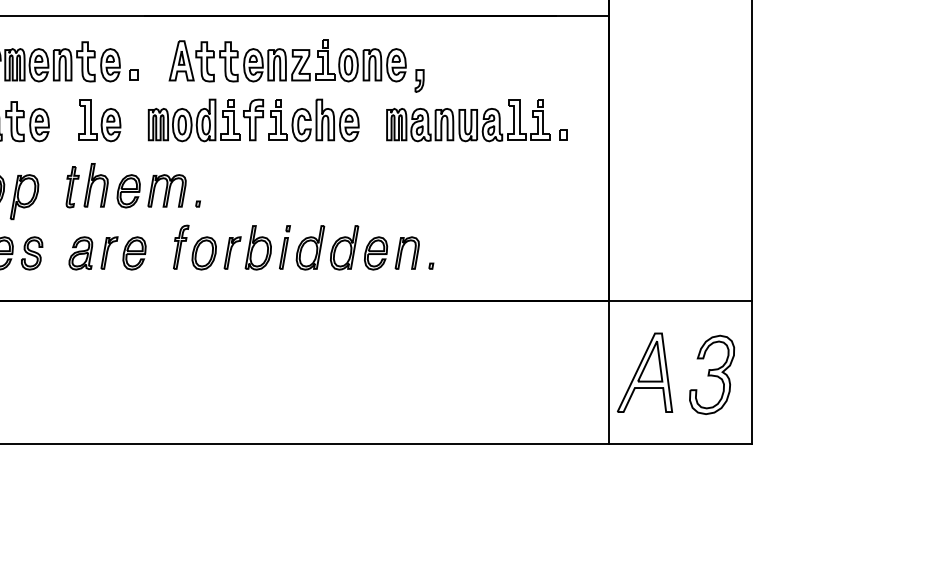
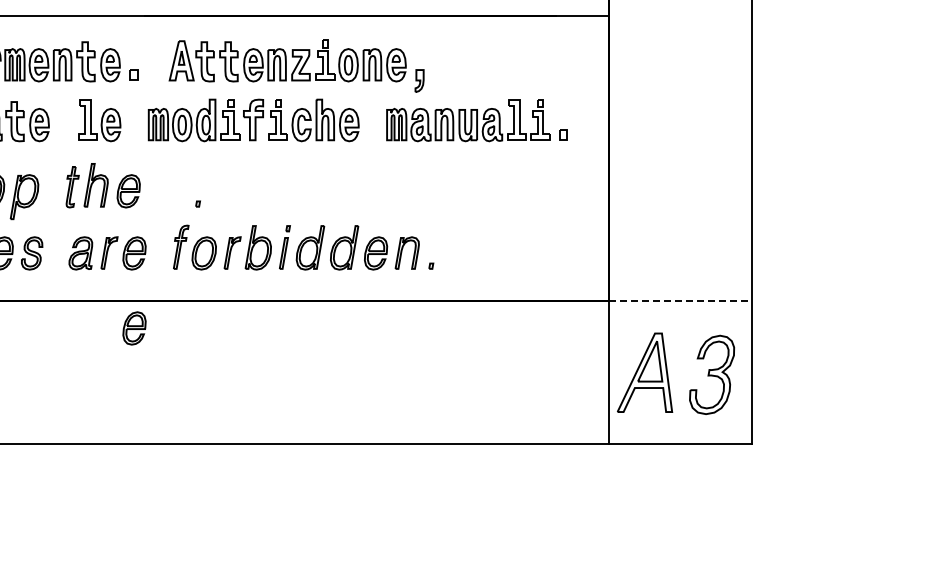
part at (166, 190): present -> none
line at (681, 301): solid -> dashed
part at (134, 328): none -> present
